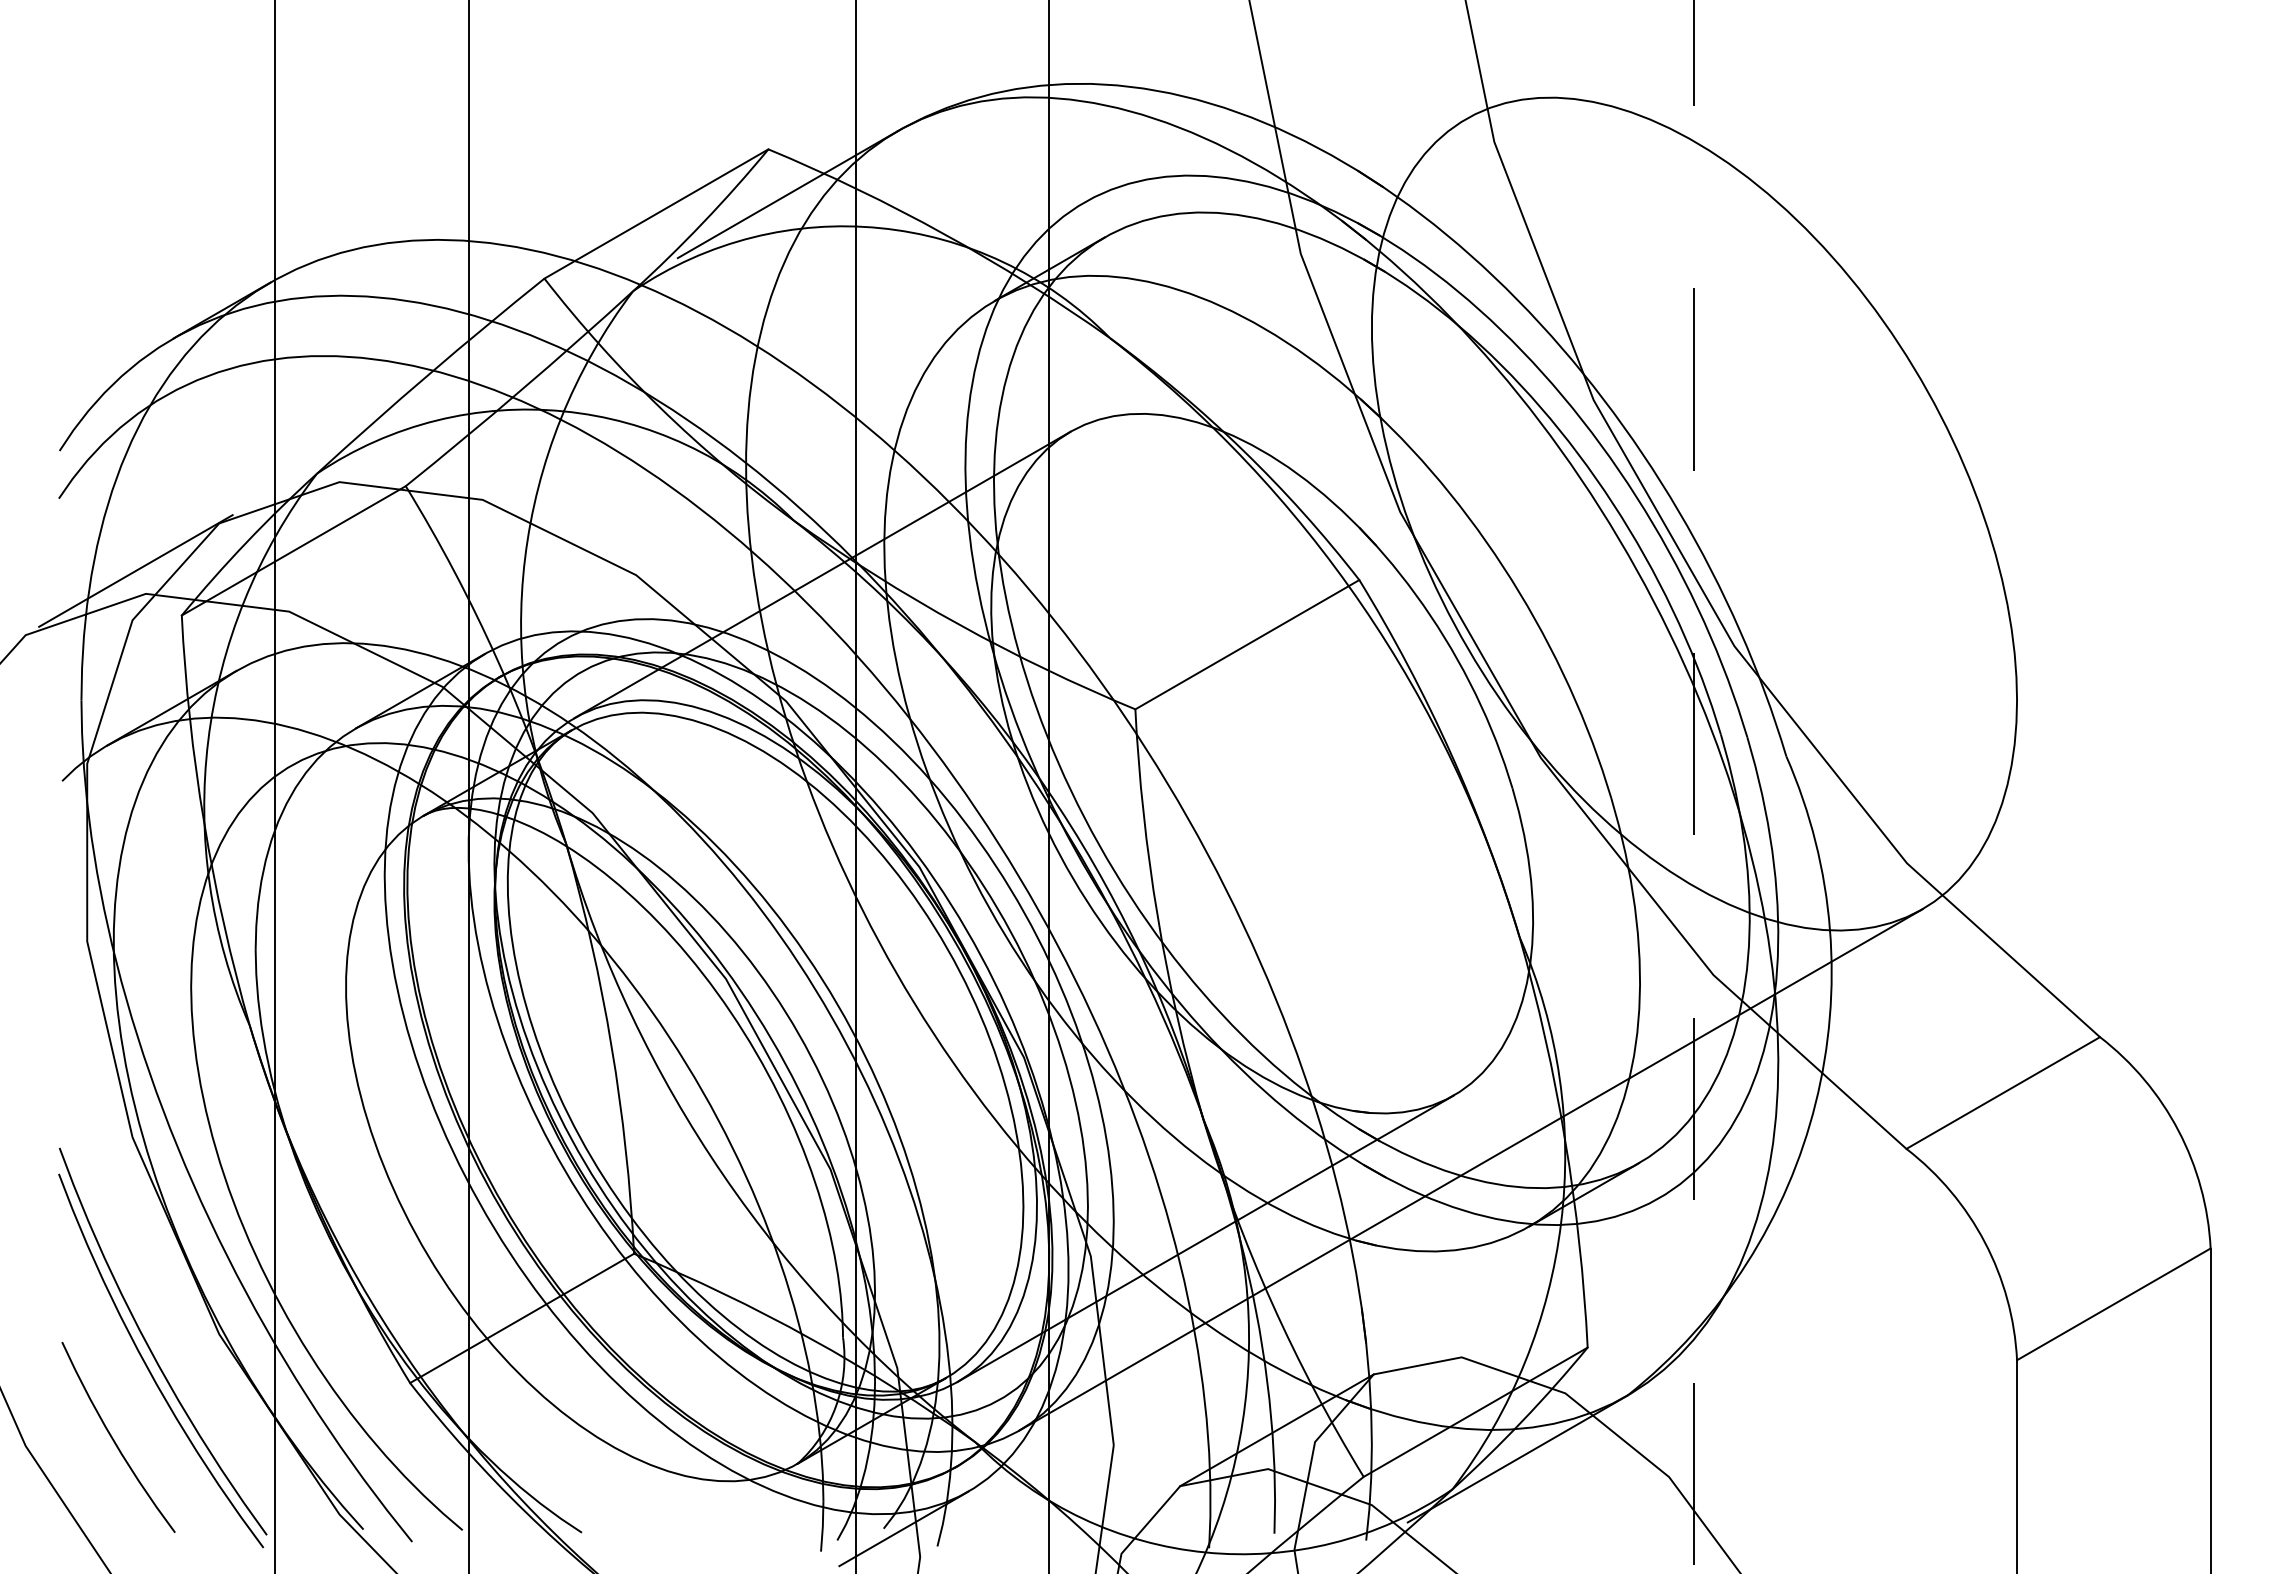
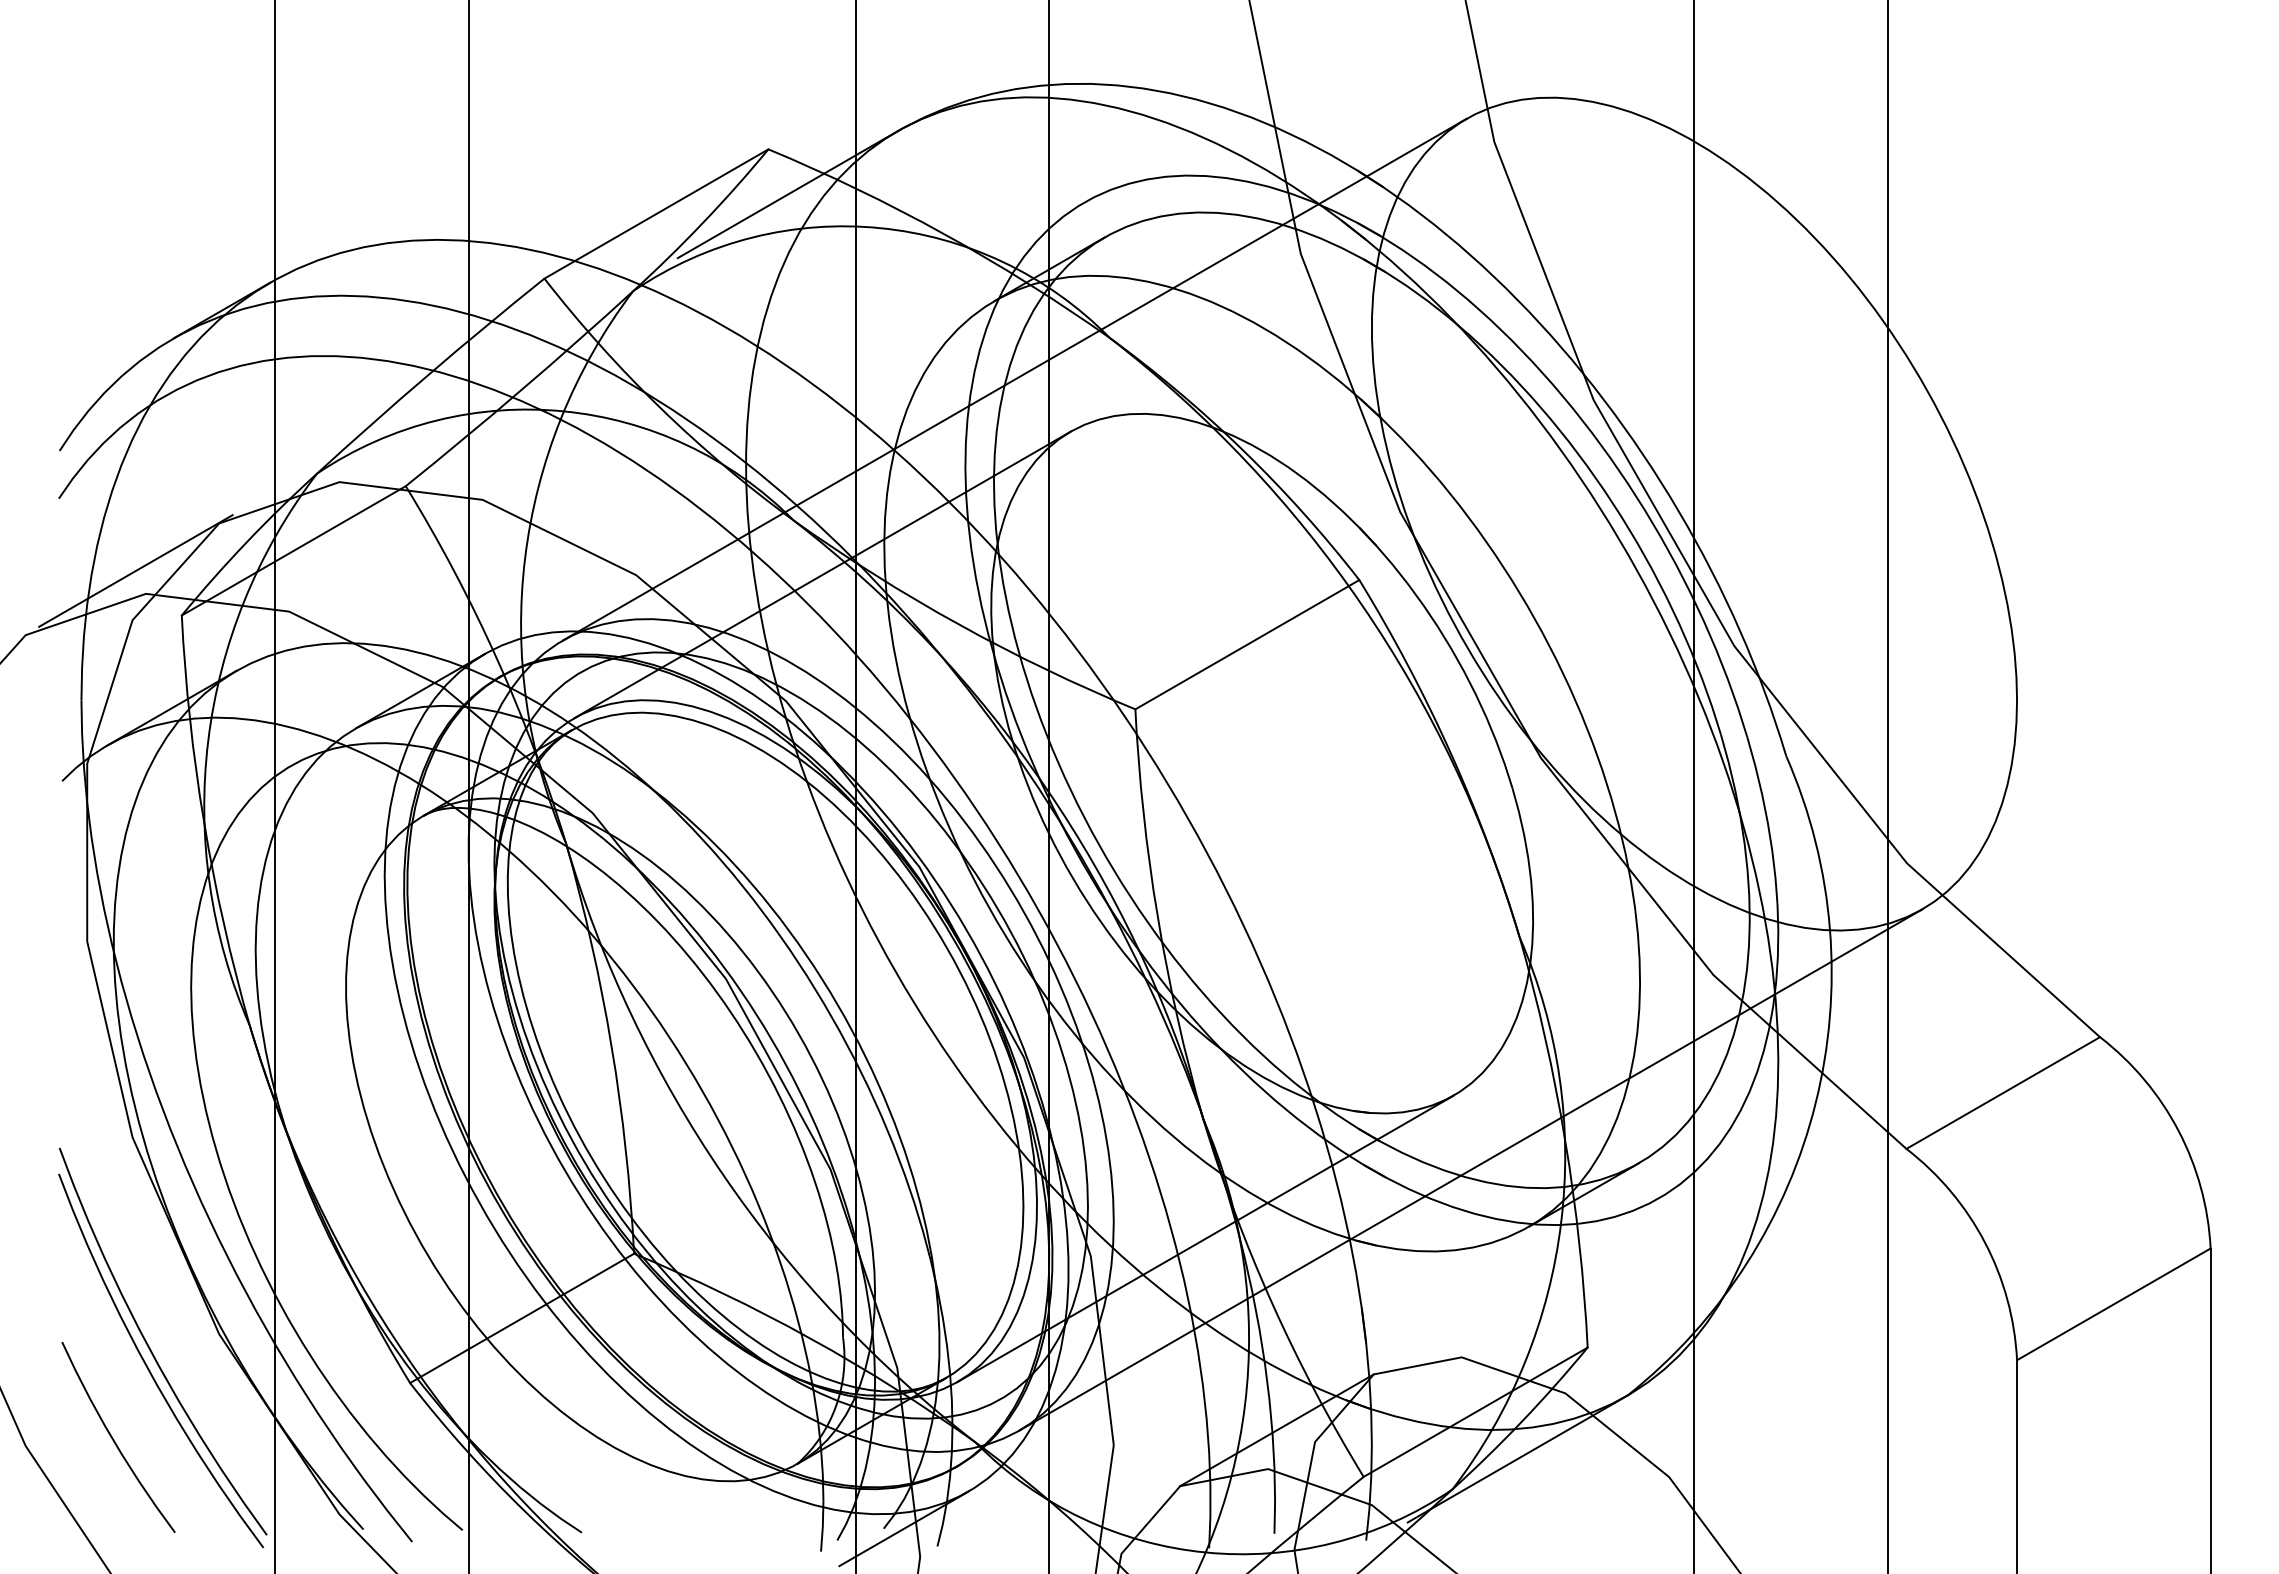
line at (1014, 379): none -> present
line at (1694, 786): dashed -> solid
line at (1888, 786): none -> present
